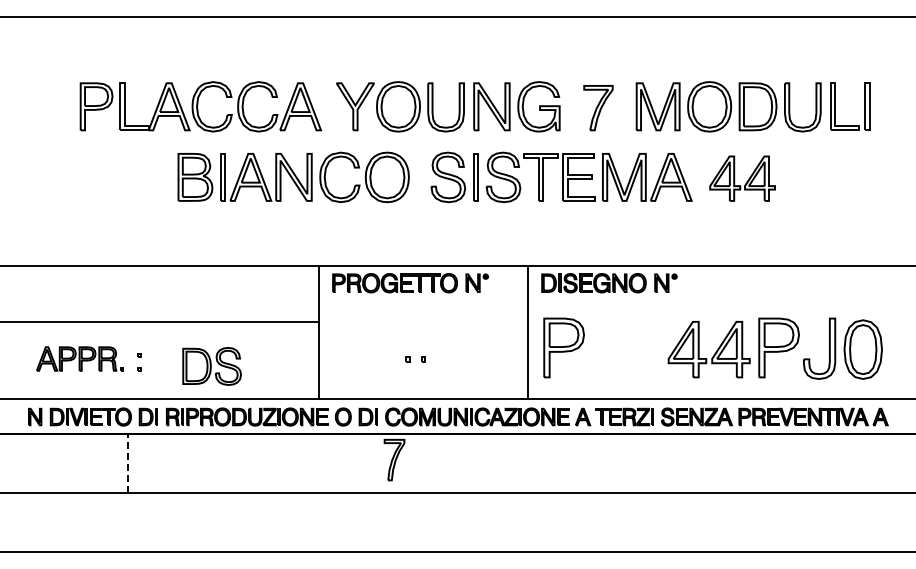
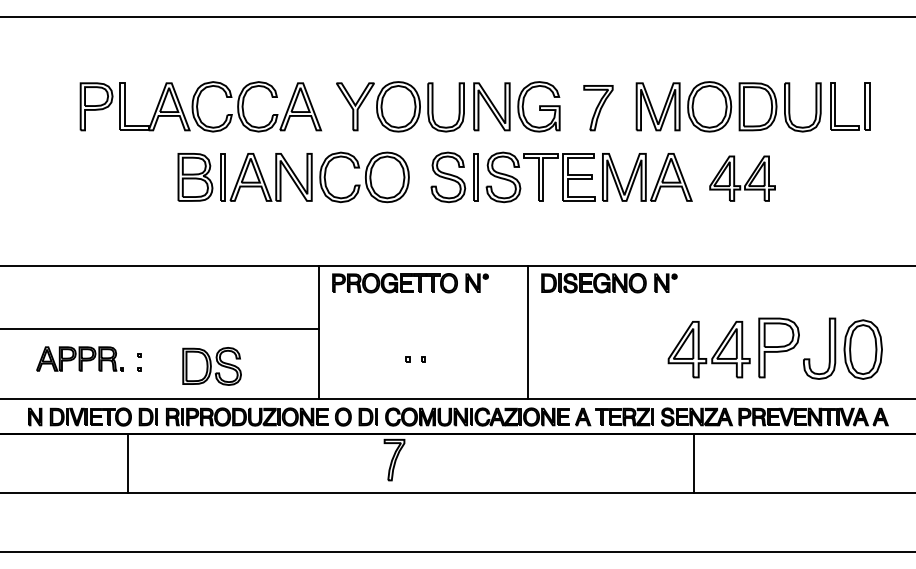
line at (160, 321) position: (160, 321) -> (160, 328)
part at (563, 347): present -> none
line at (128, 463): dashed -> solid
line at (694, 463): none -> present
